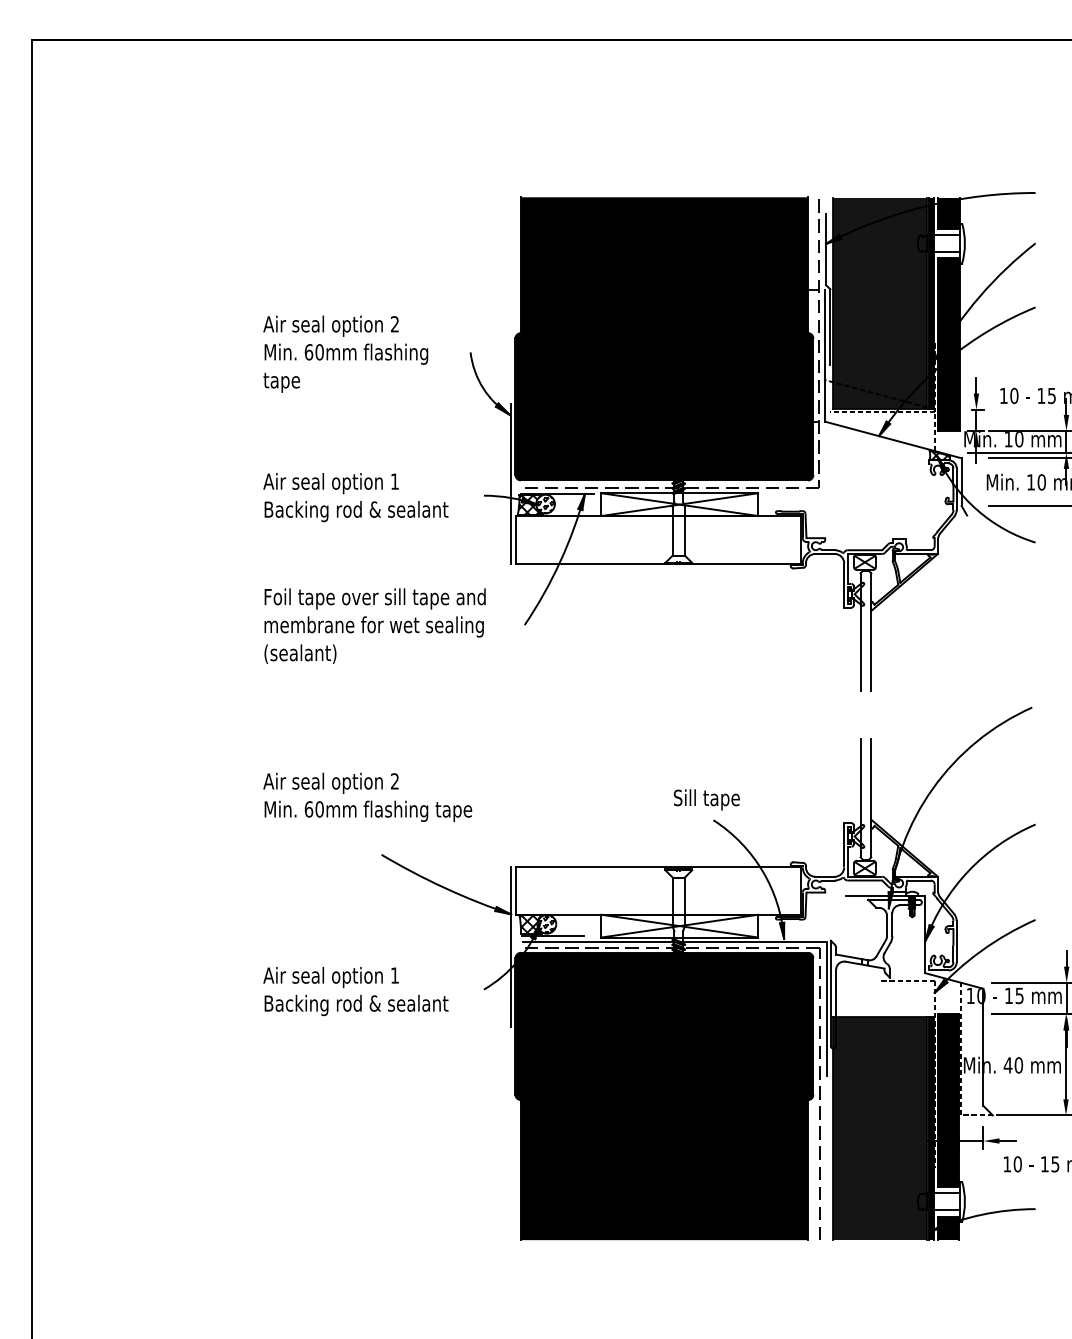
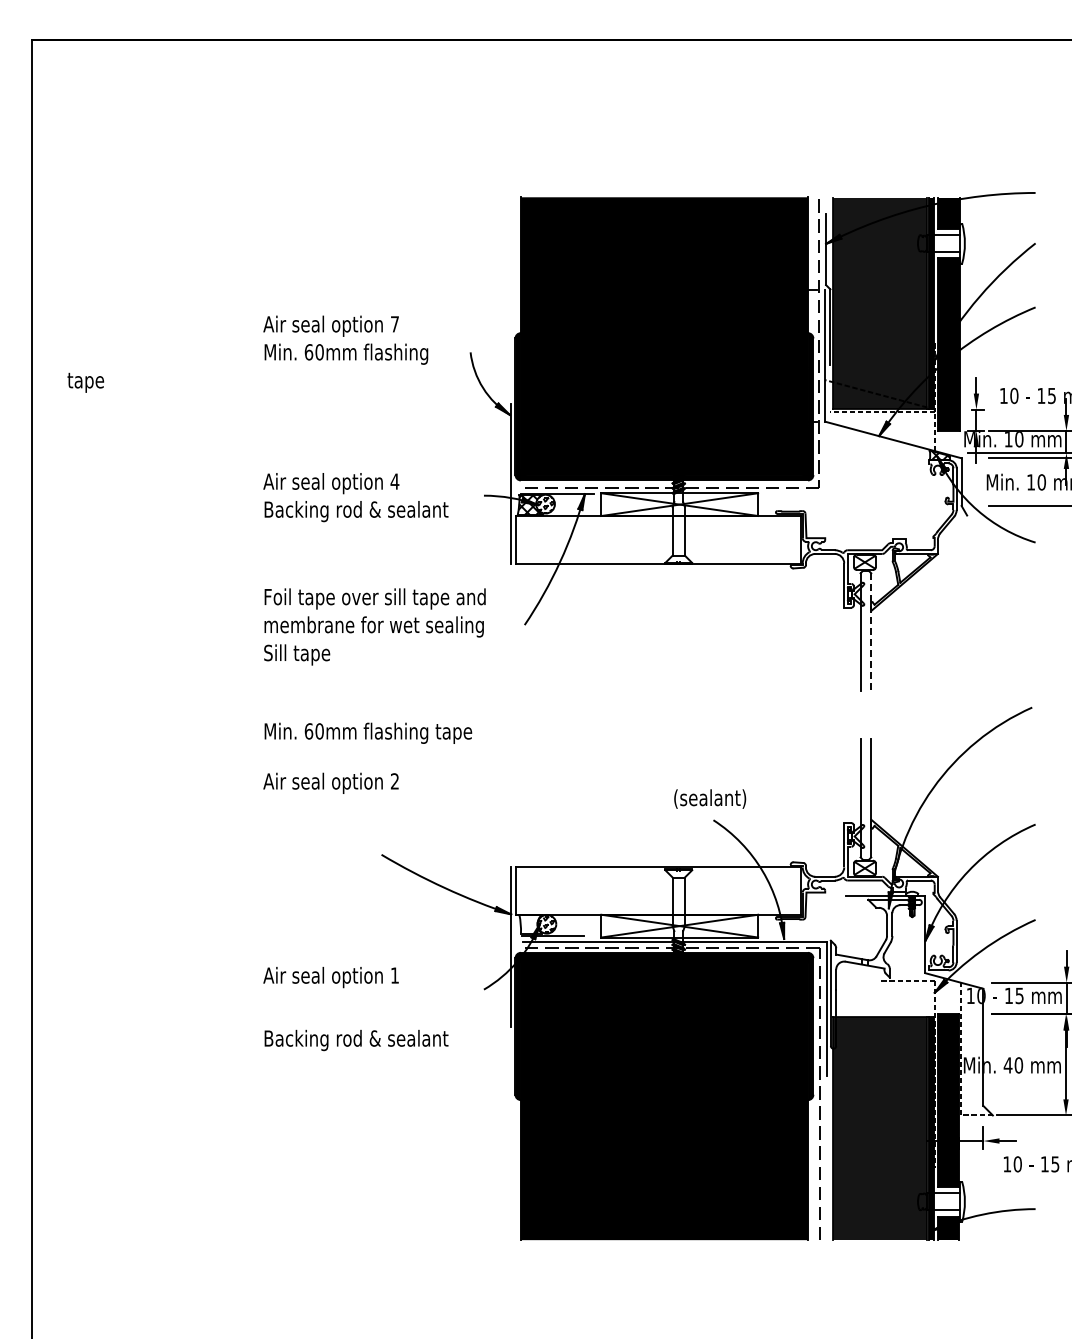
text at (394, 324): 2 -> 7
text at (281, 382) position: (281, 382) -> (85, 382)
text at (394, 481): 1 -> 4
line at (871, 632): solid -> dashed
text at (300, 654): (sealant) -> Sill tape
text at (709, 799): Sill tape -> (sealant)
text at (368, 810) position: (368, 810) -> (368, 732)
hatch at (529, 923): present -> none
text at (356, 1005) position: (356, 1005) -> (356, 1040)
